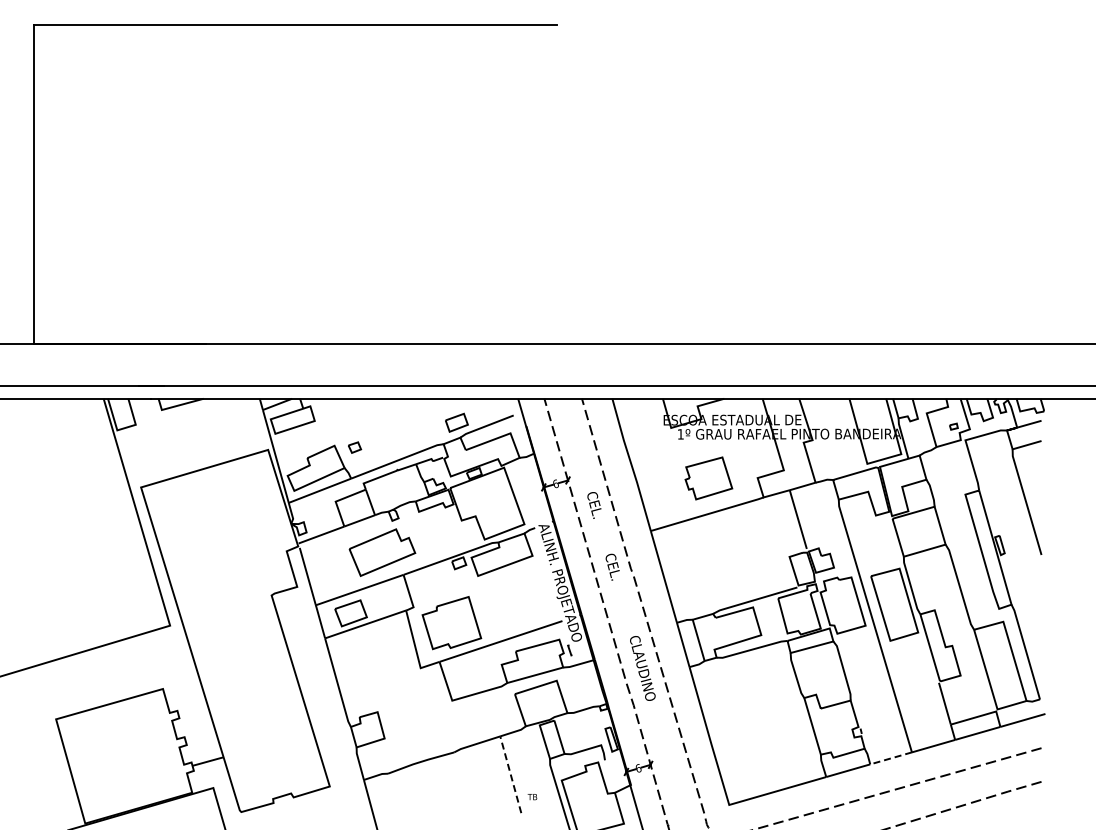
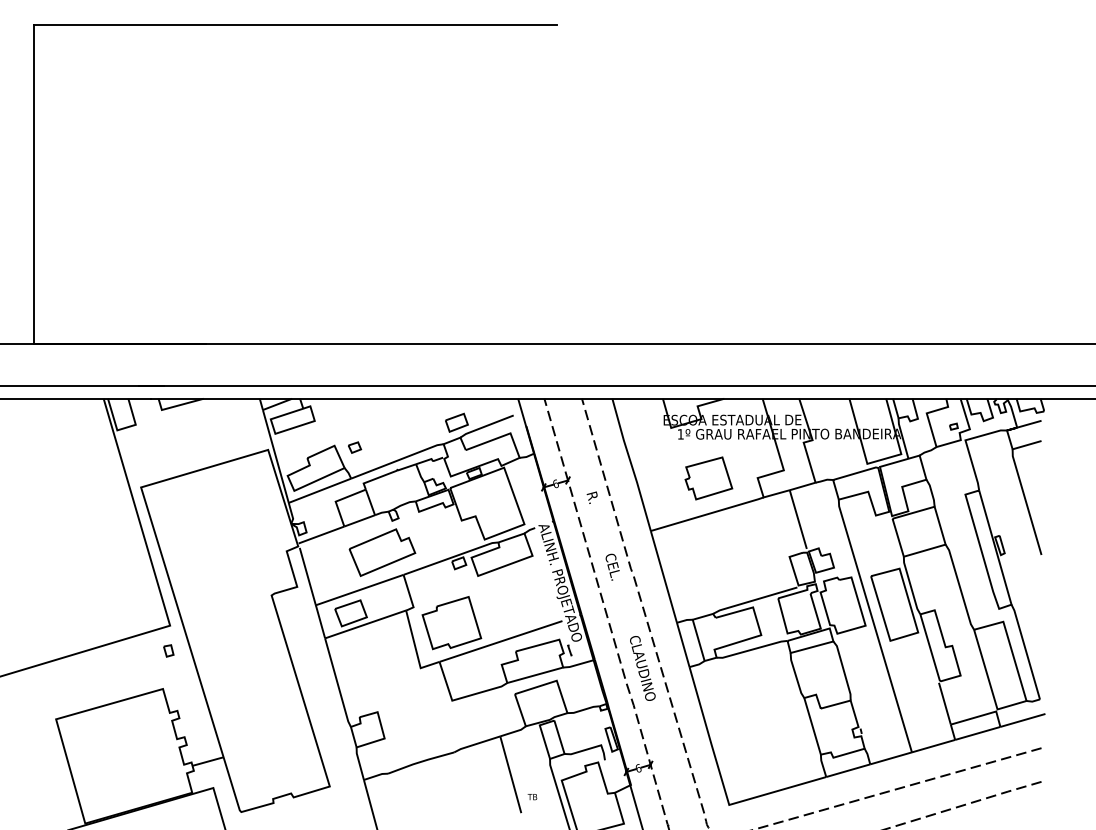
text at (593, 504): CEL. -> R.
part at (168, 650): none -> present
line at (891, 758): dashed -> solid
line at (510, 774): dashed -> solid
